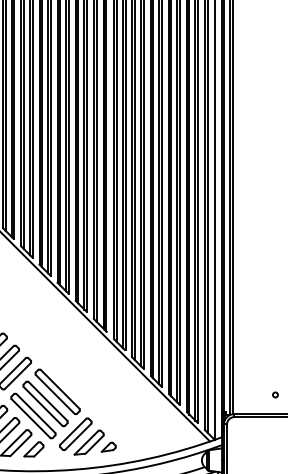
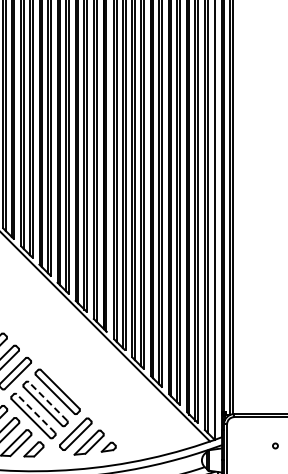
circle at (275, 394) position: (275, 394) -> (275, 445)
line at (47, 401): solid -> dashed
line at (35, 413): solid -> dashed
